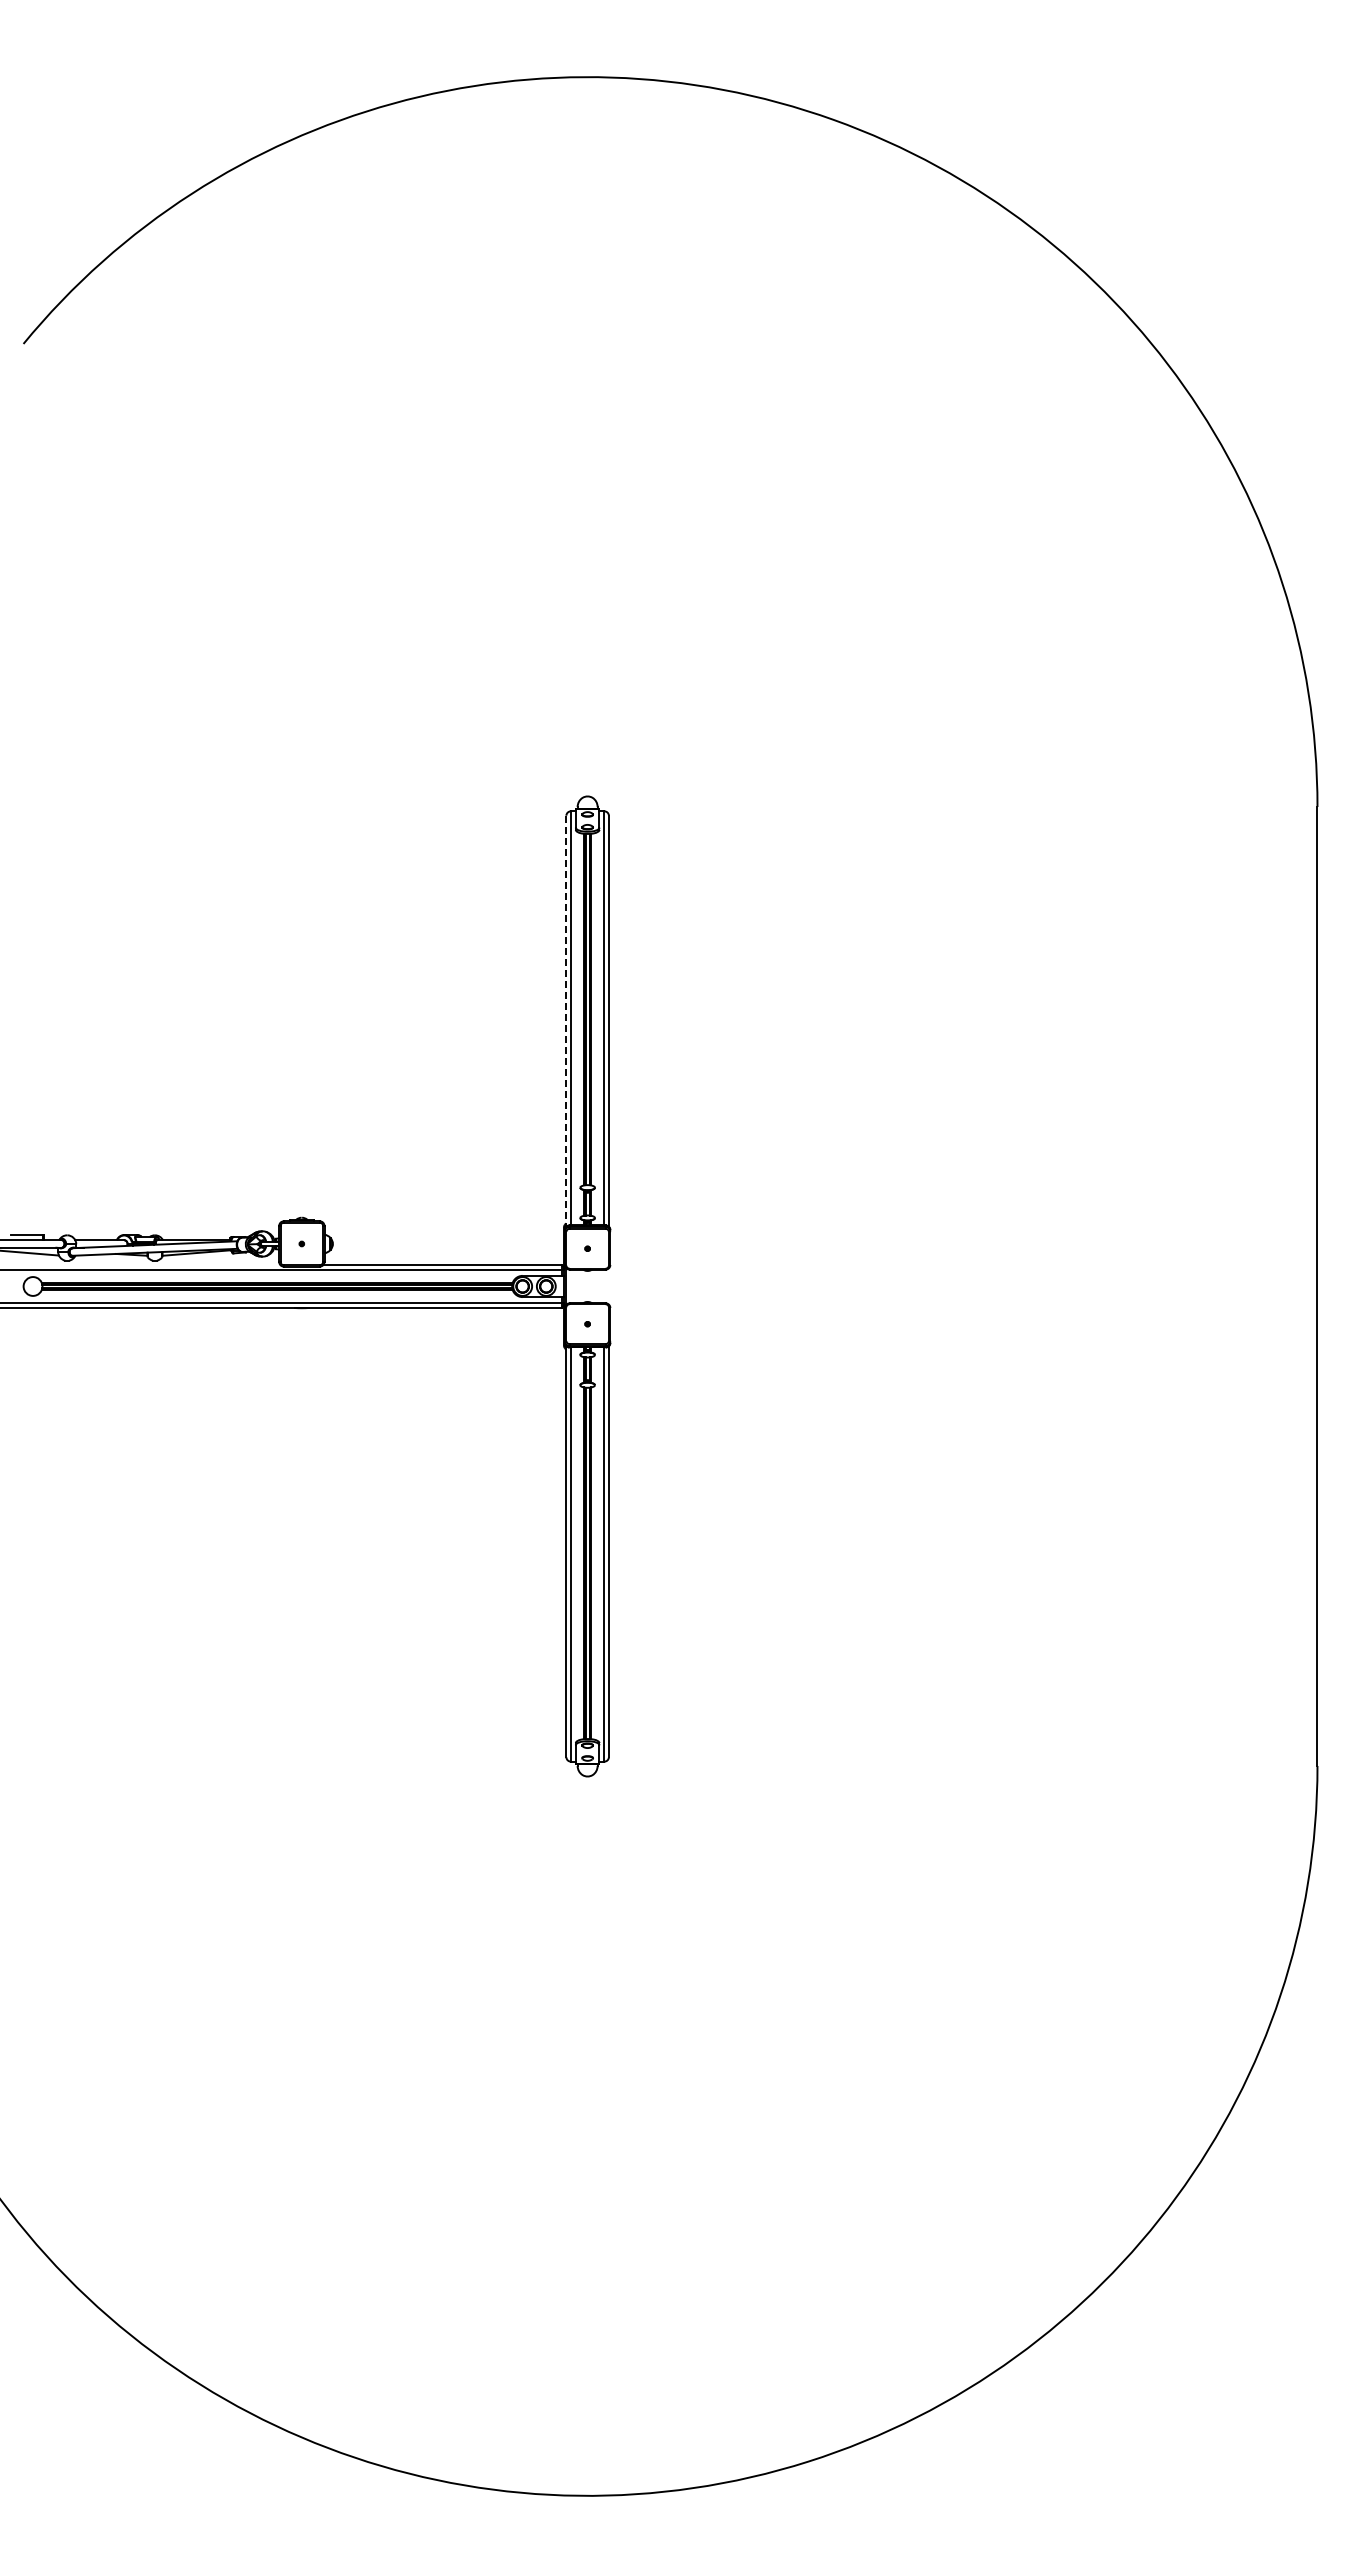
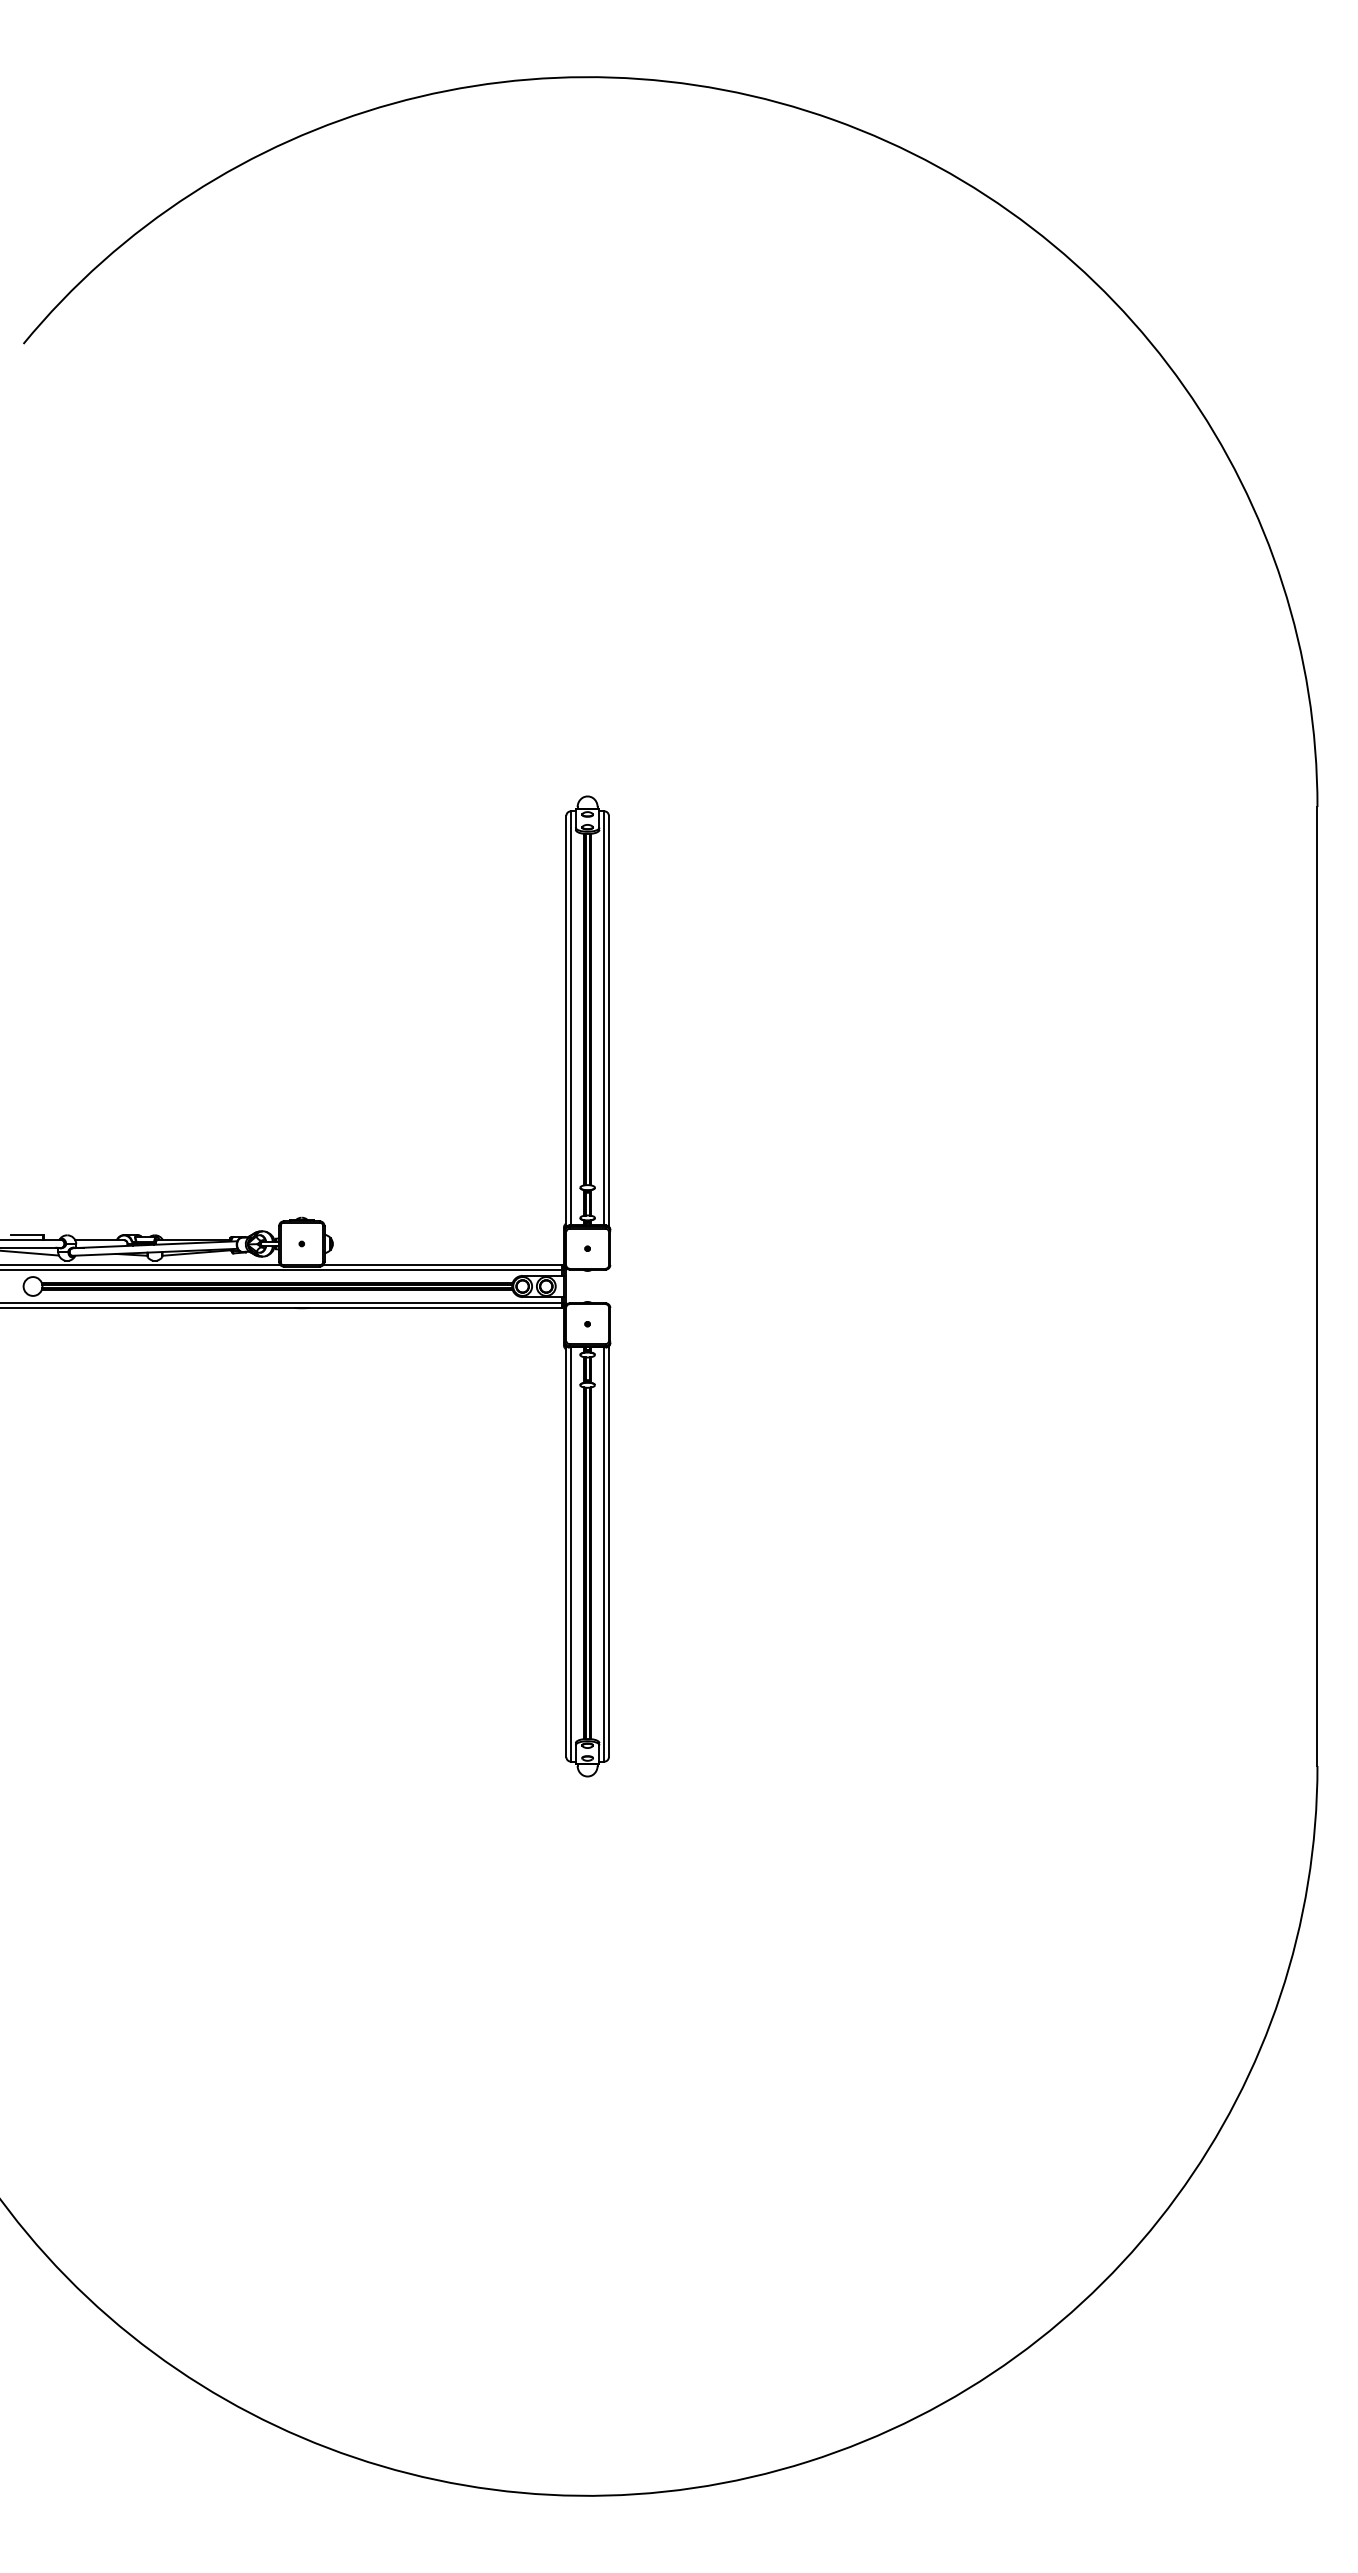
line at (566, 1021): dashed -> solid
line at (141, 1265): none -> present
